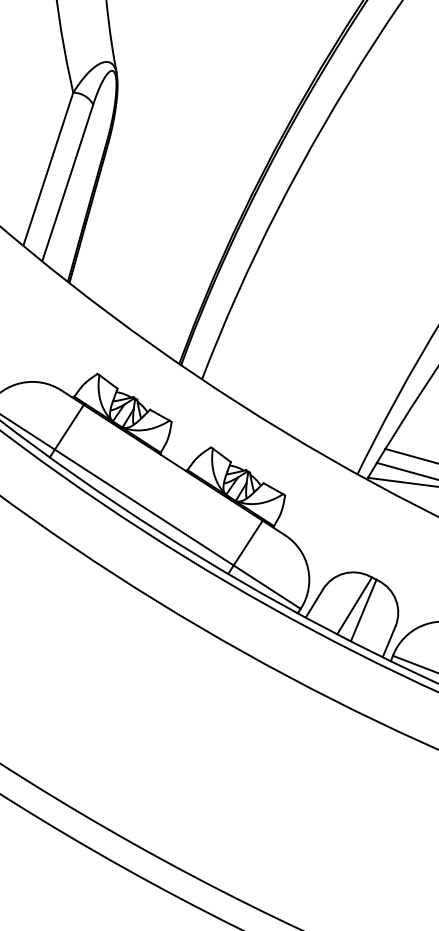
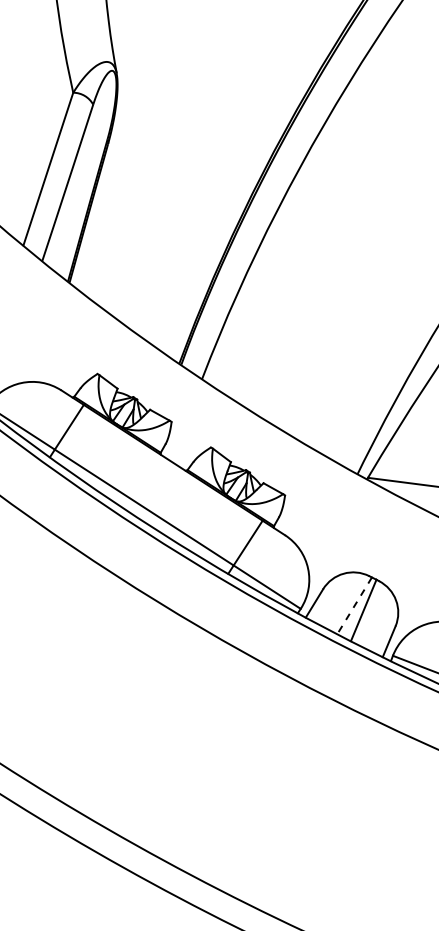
line at (410, 455): present -> none
line at (405, 470): present -> none
line at (354, 606): solid -> dashed
